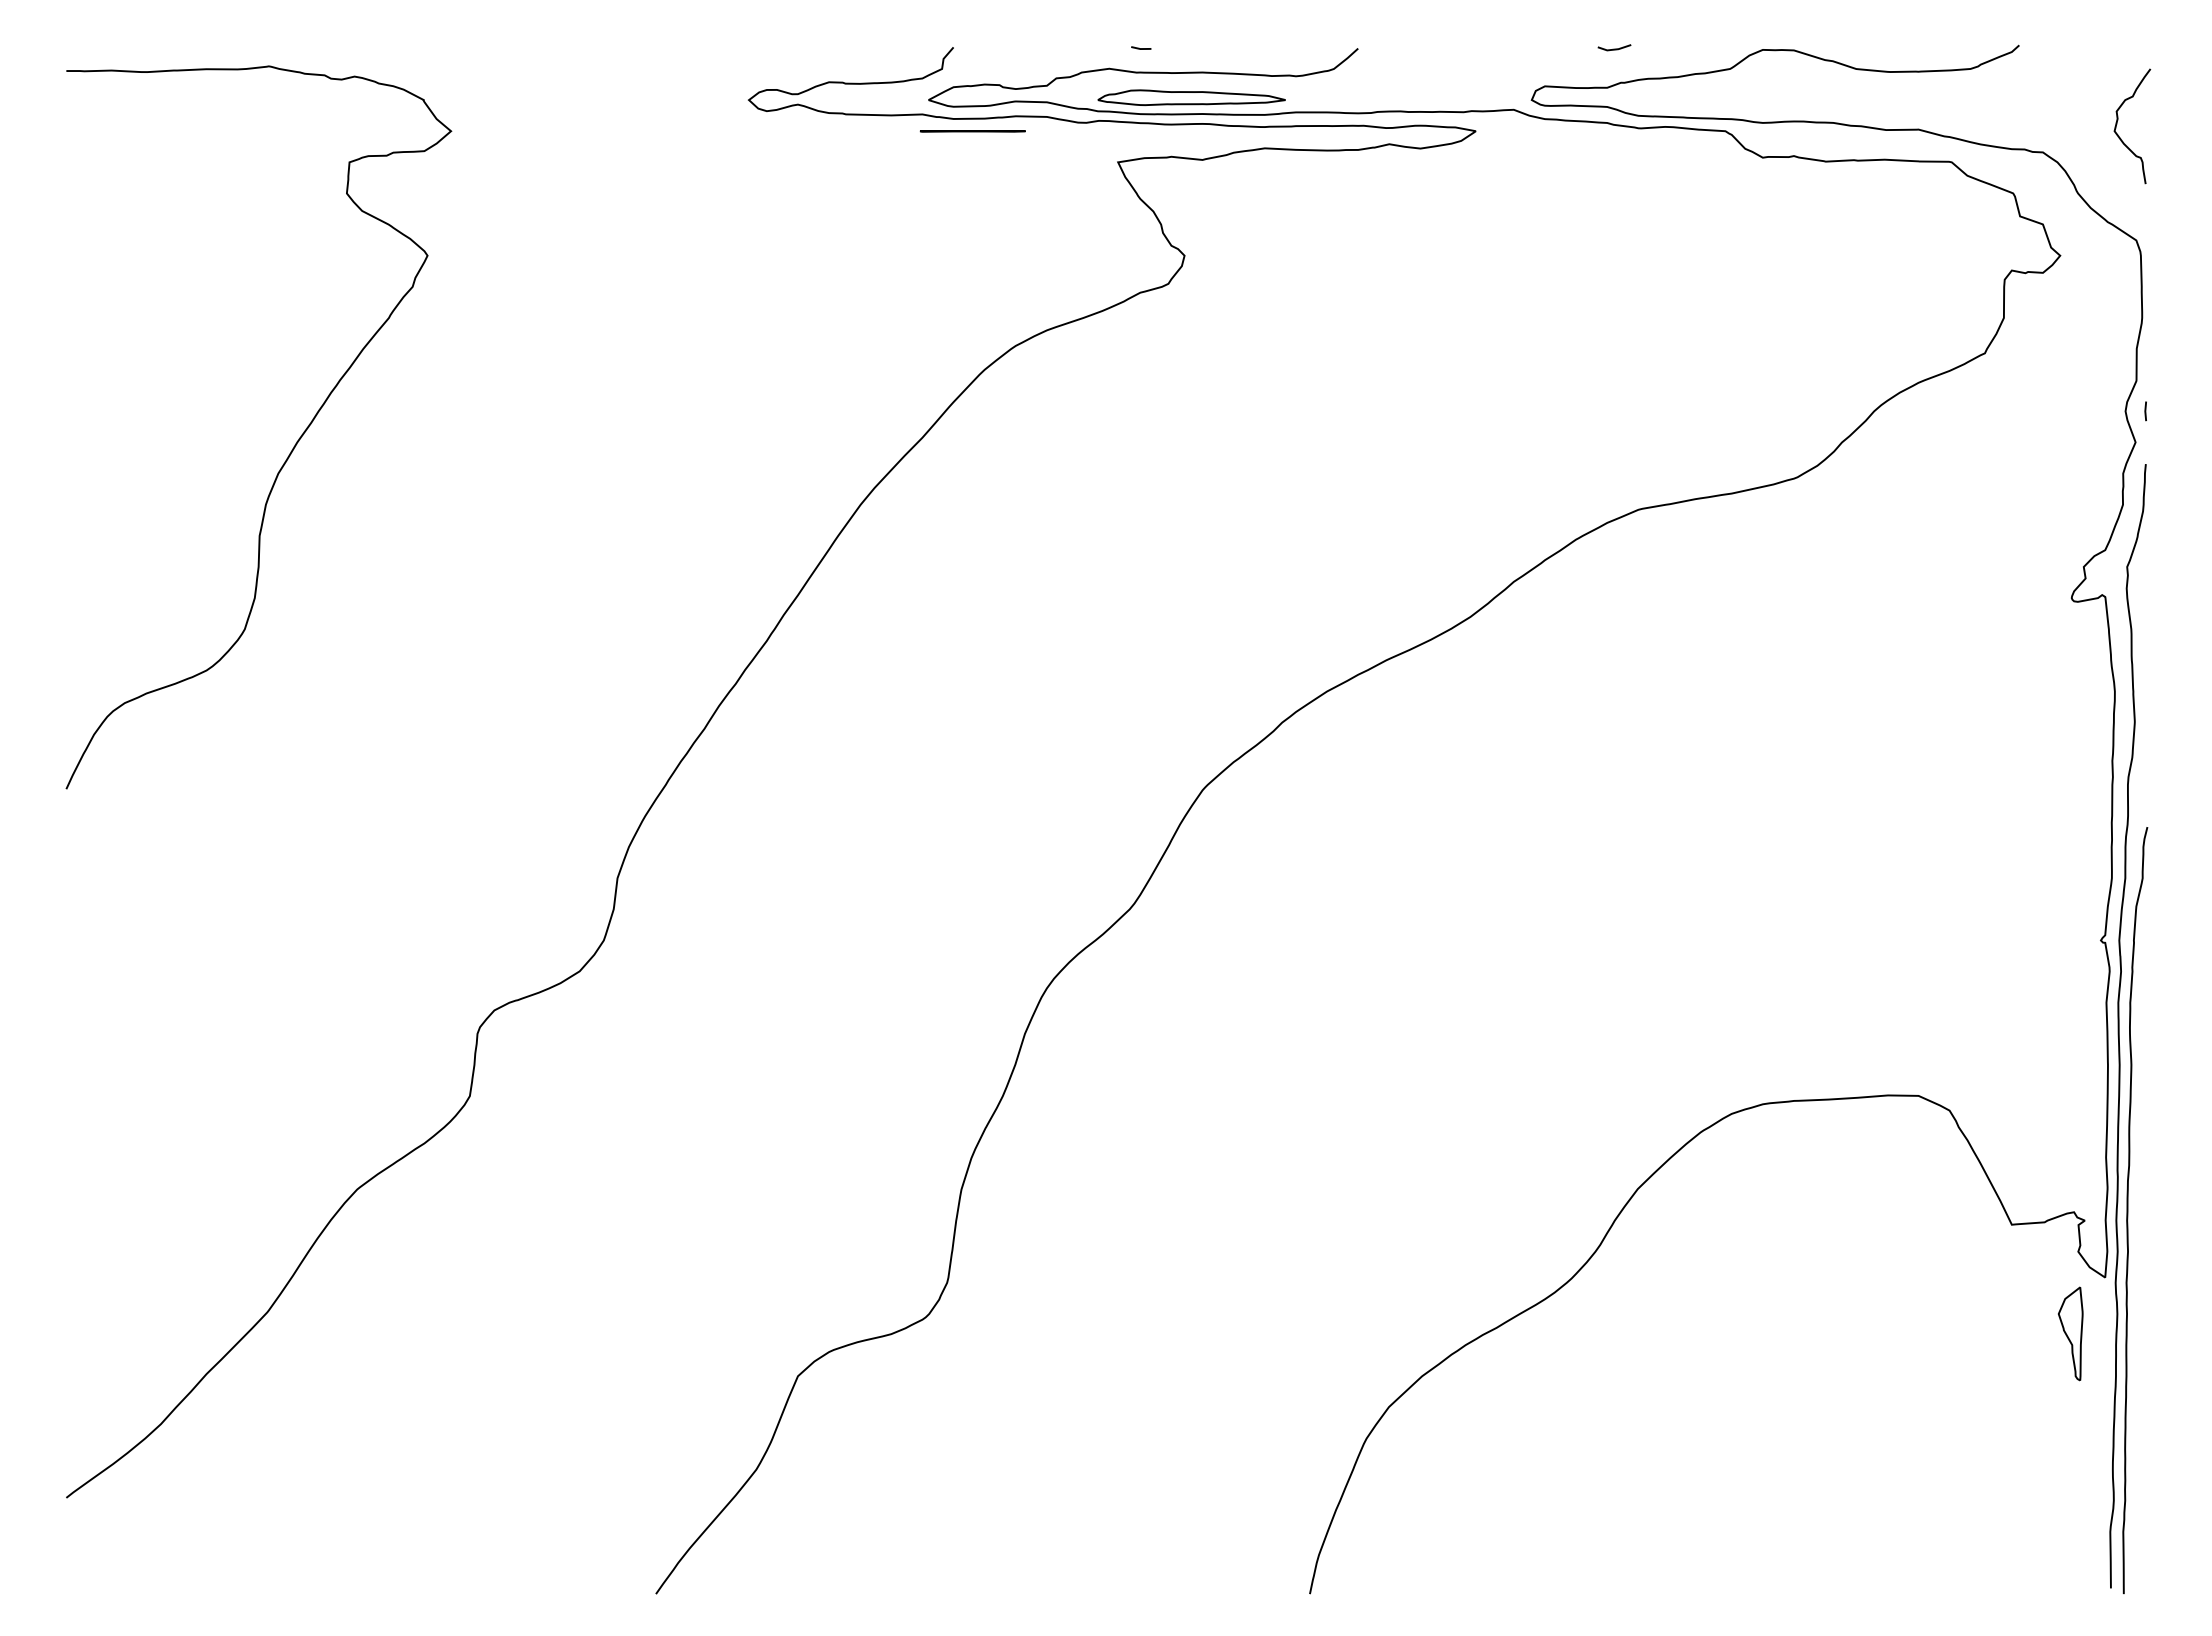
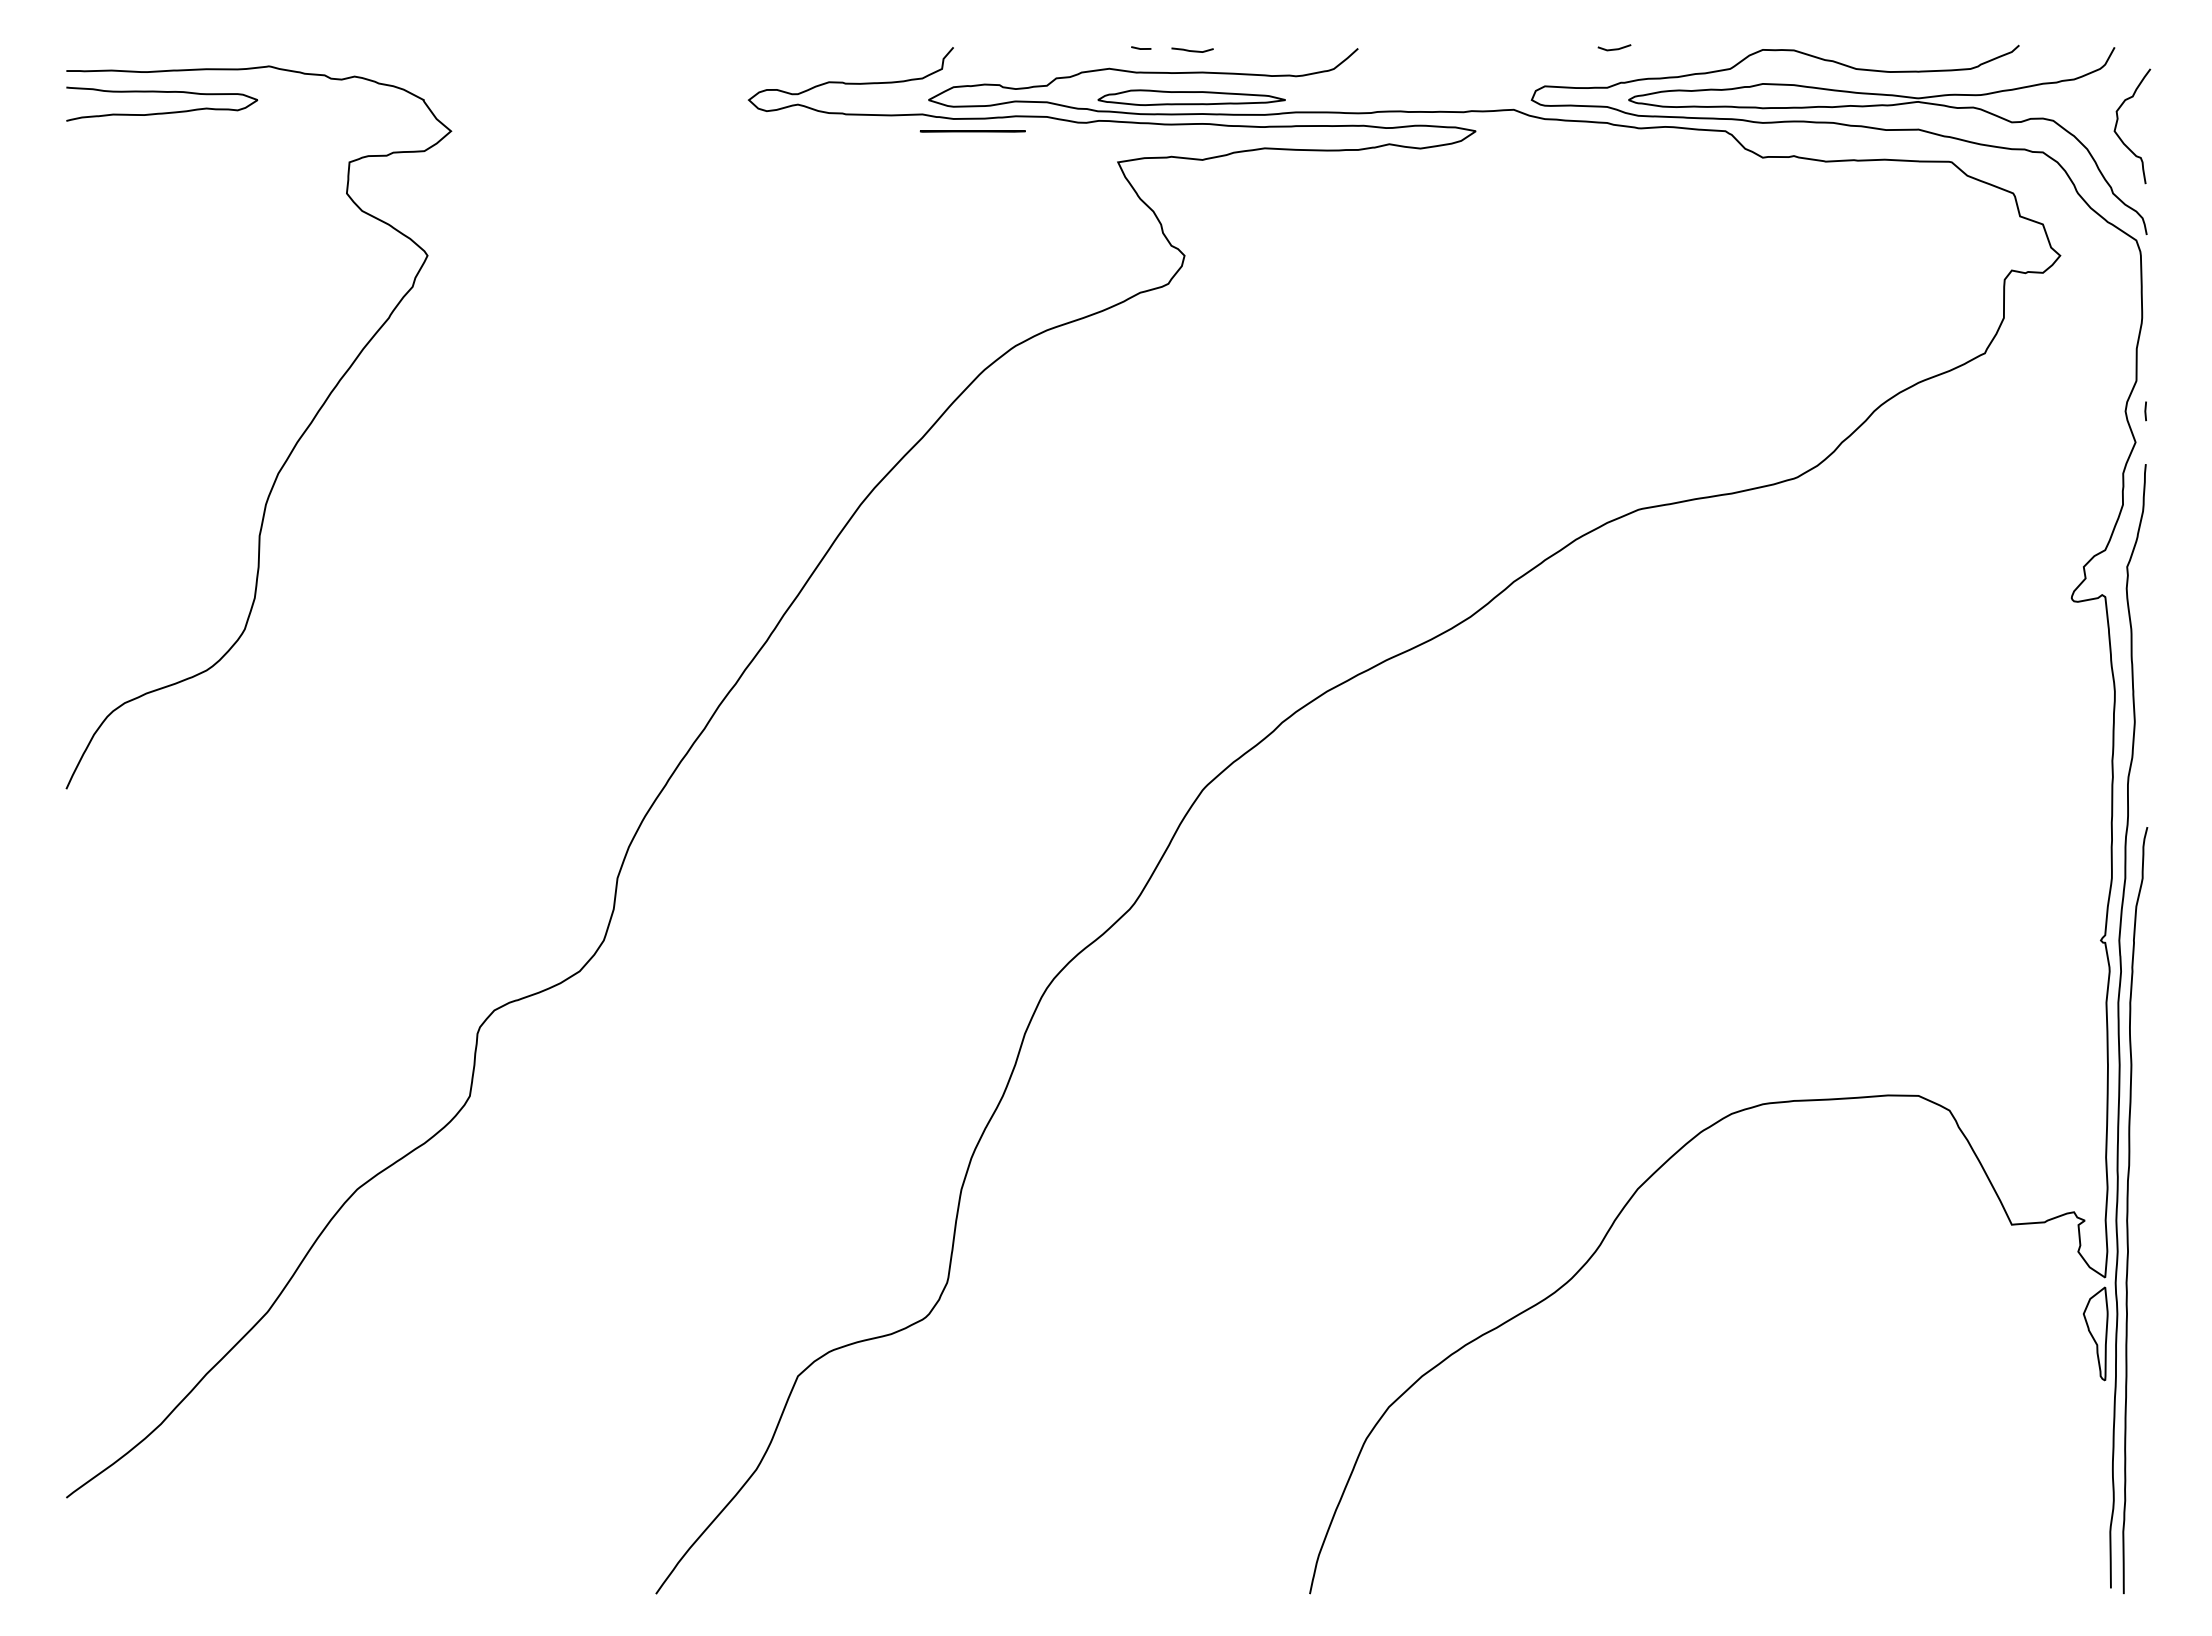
line at (1192, 50): none -> present
curve at (1887, 106): none -> present
curve at (162, 112): none -> present
part at (2070, 1333) position: (2070, 1333) -> (2095, 1333)
